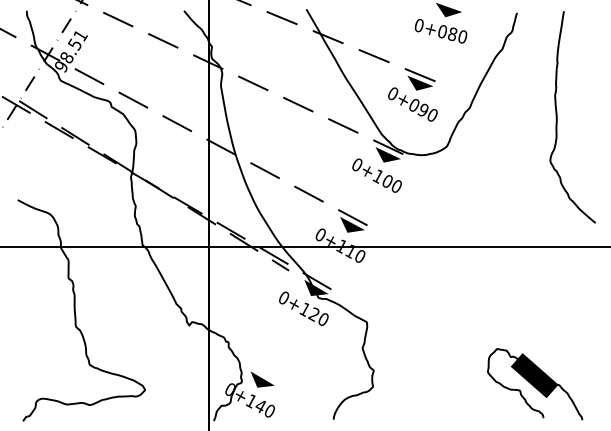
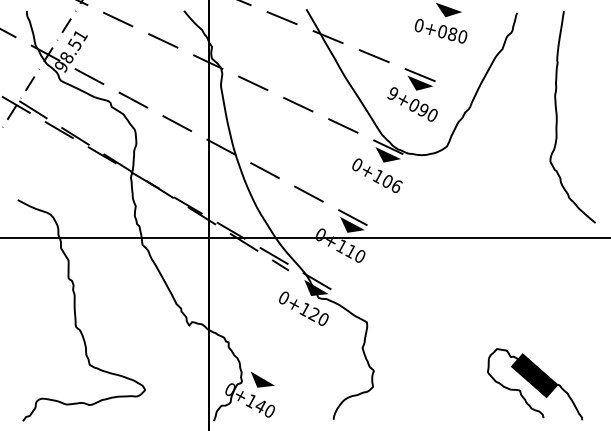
text at (391, 93): 0+090 -> 9+090
text at (397, 186): 0+100 -> 0+106
line at (304, 247) position: (304, 247) -> (304, 238)
